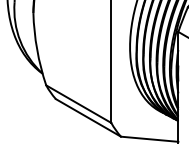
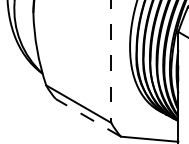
line at (111, 62): solid -> dashed
line at (88, 117): solid -> dashed
